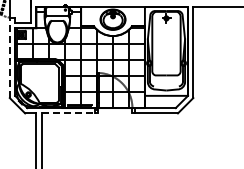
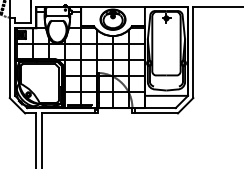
line at (9, 57): dashed -> solid
line at (68, 113): dashed -> solid
